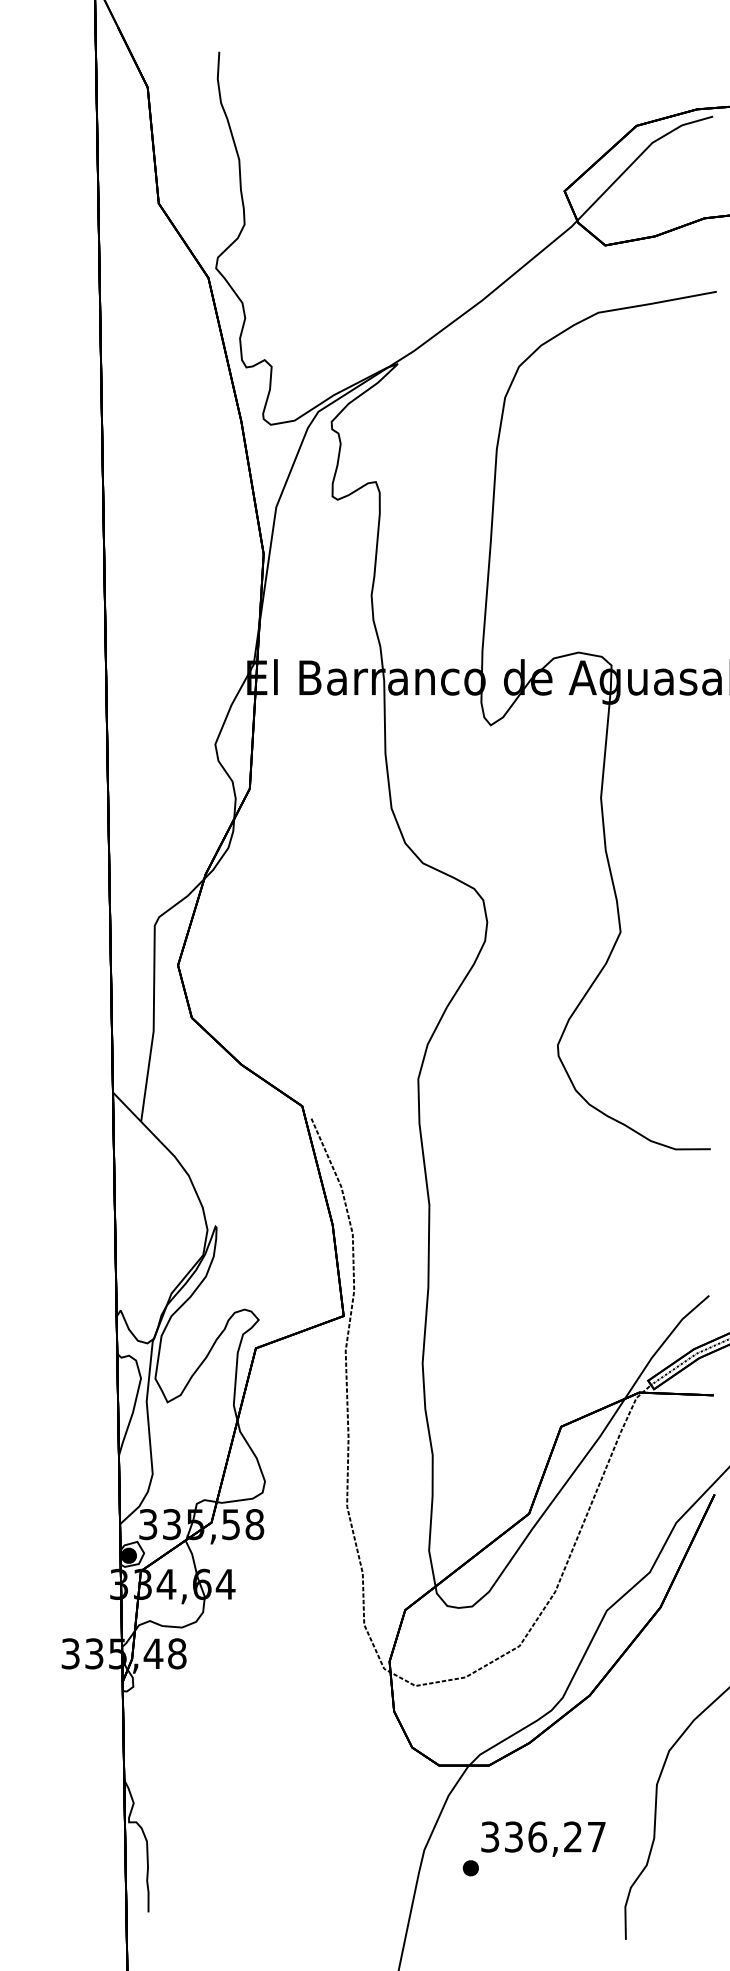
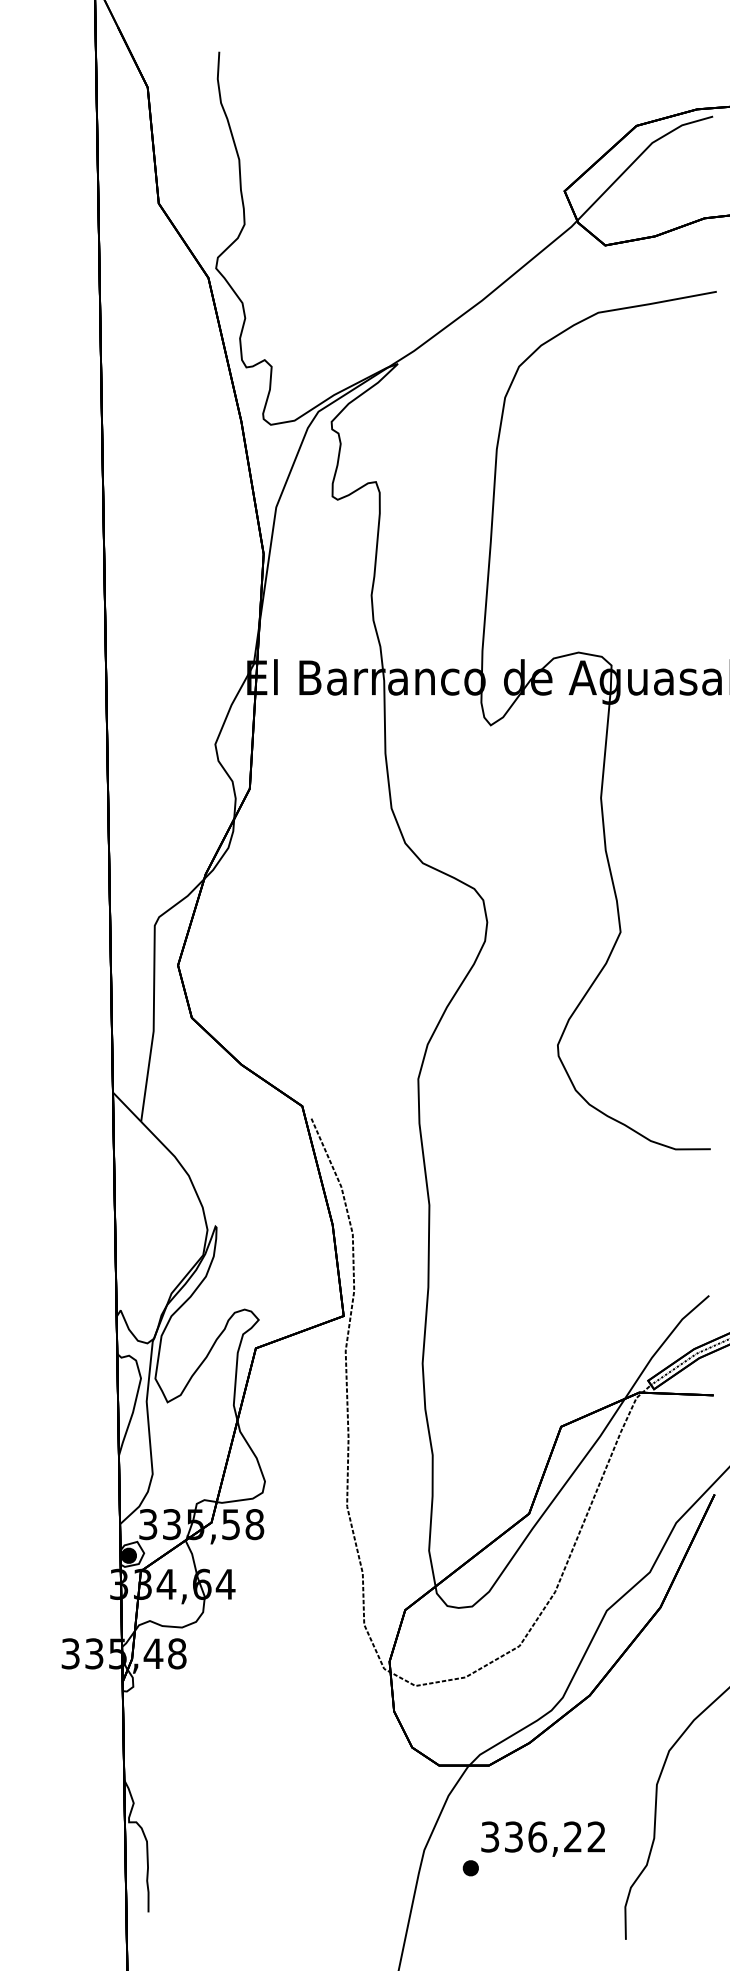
text at (596, 1836): 336,27 -> 336,22
